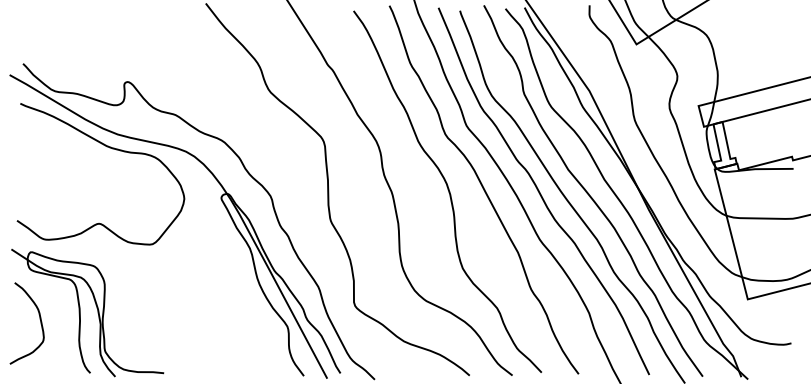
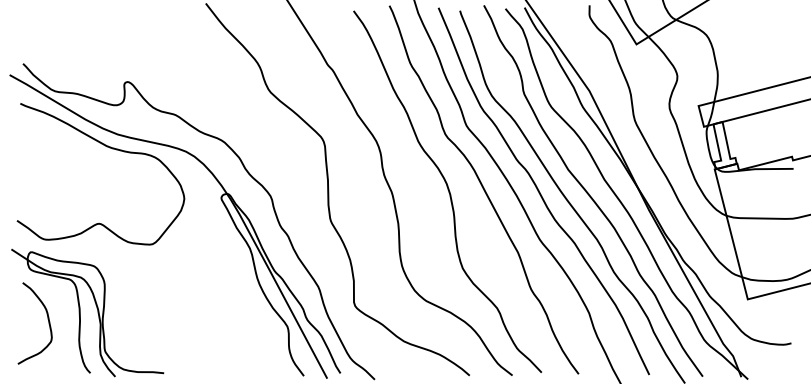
curve at (39, 319) position: (39, 319) -> (47, 319)
